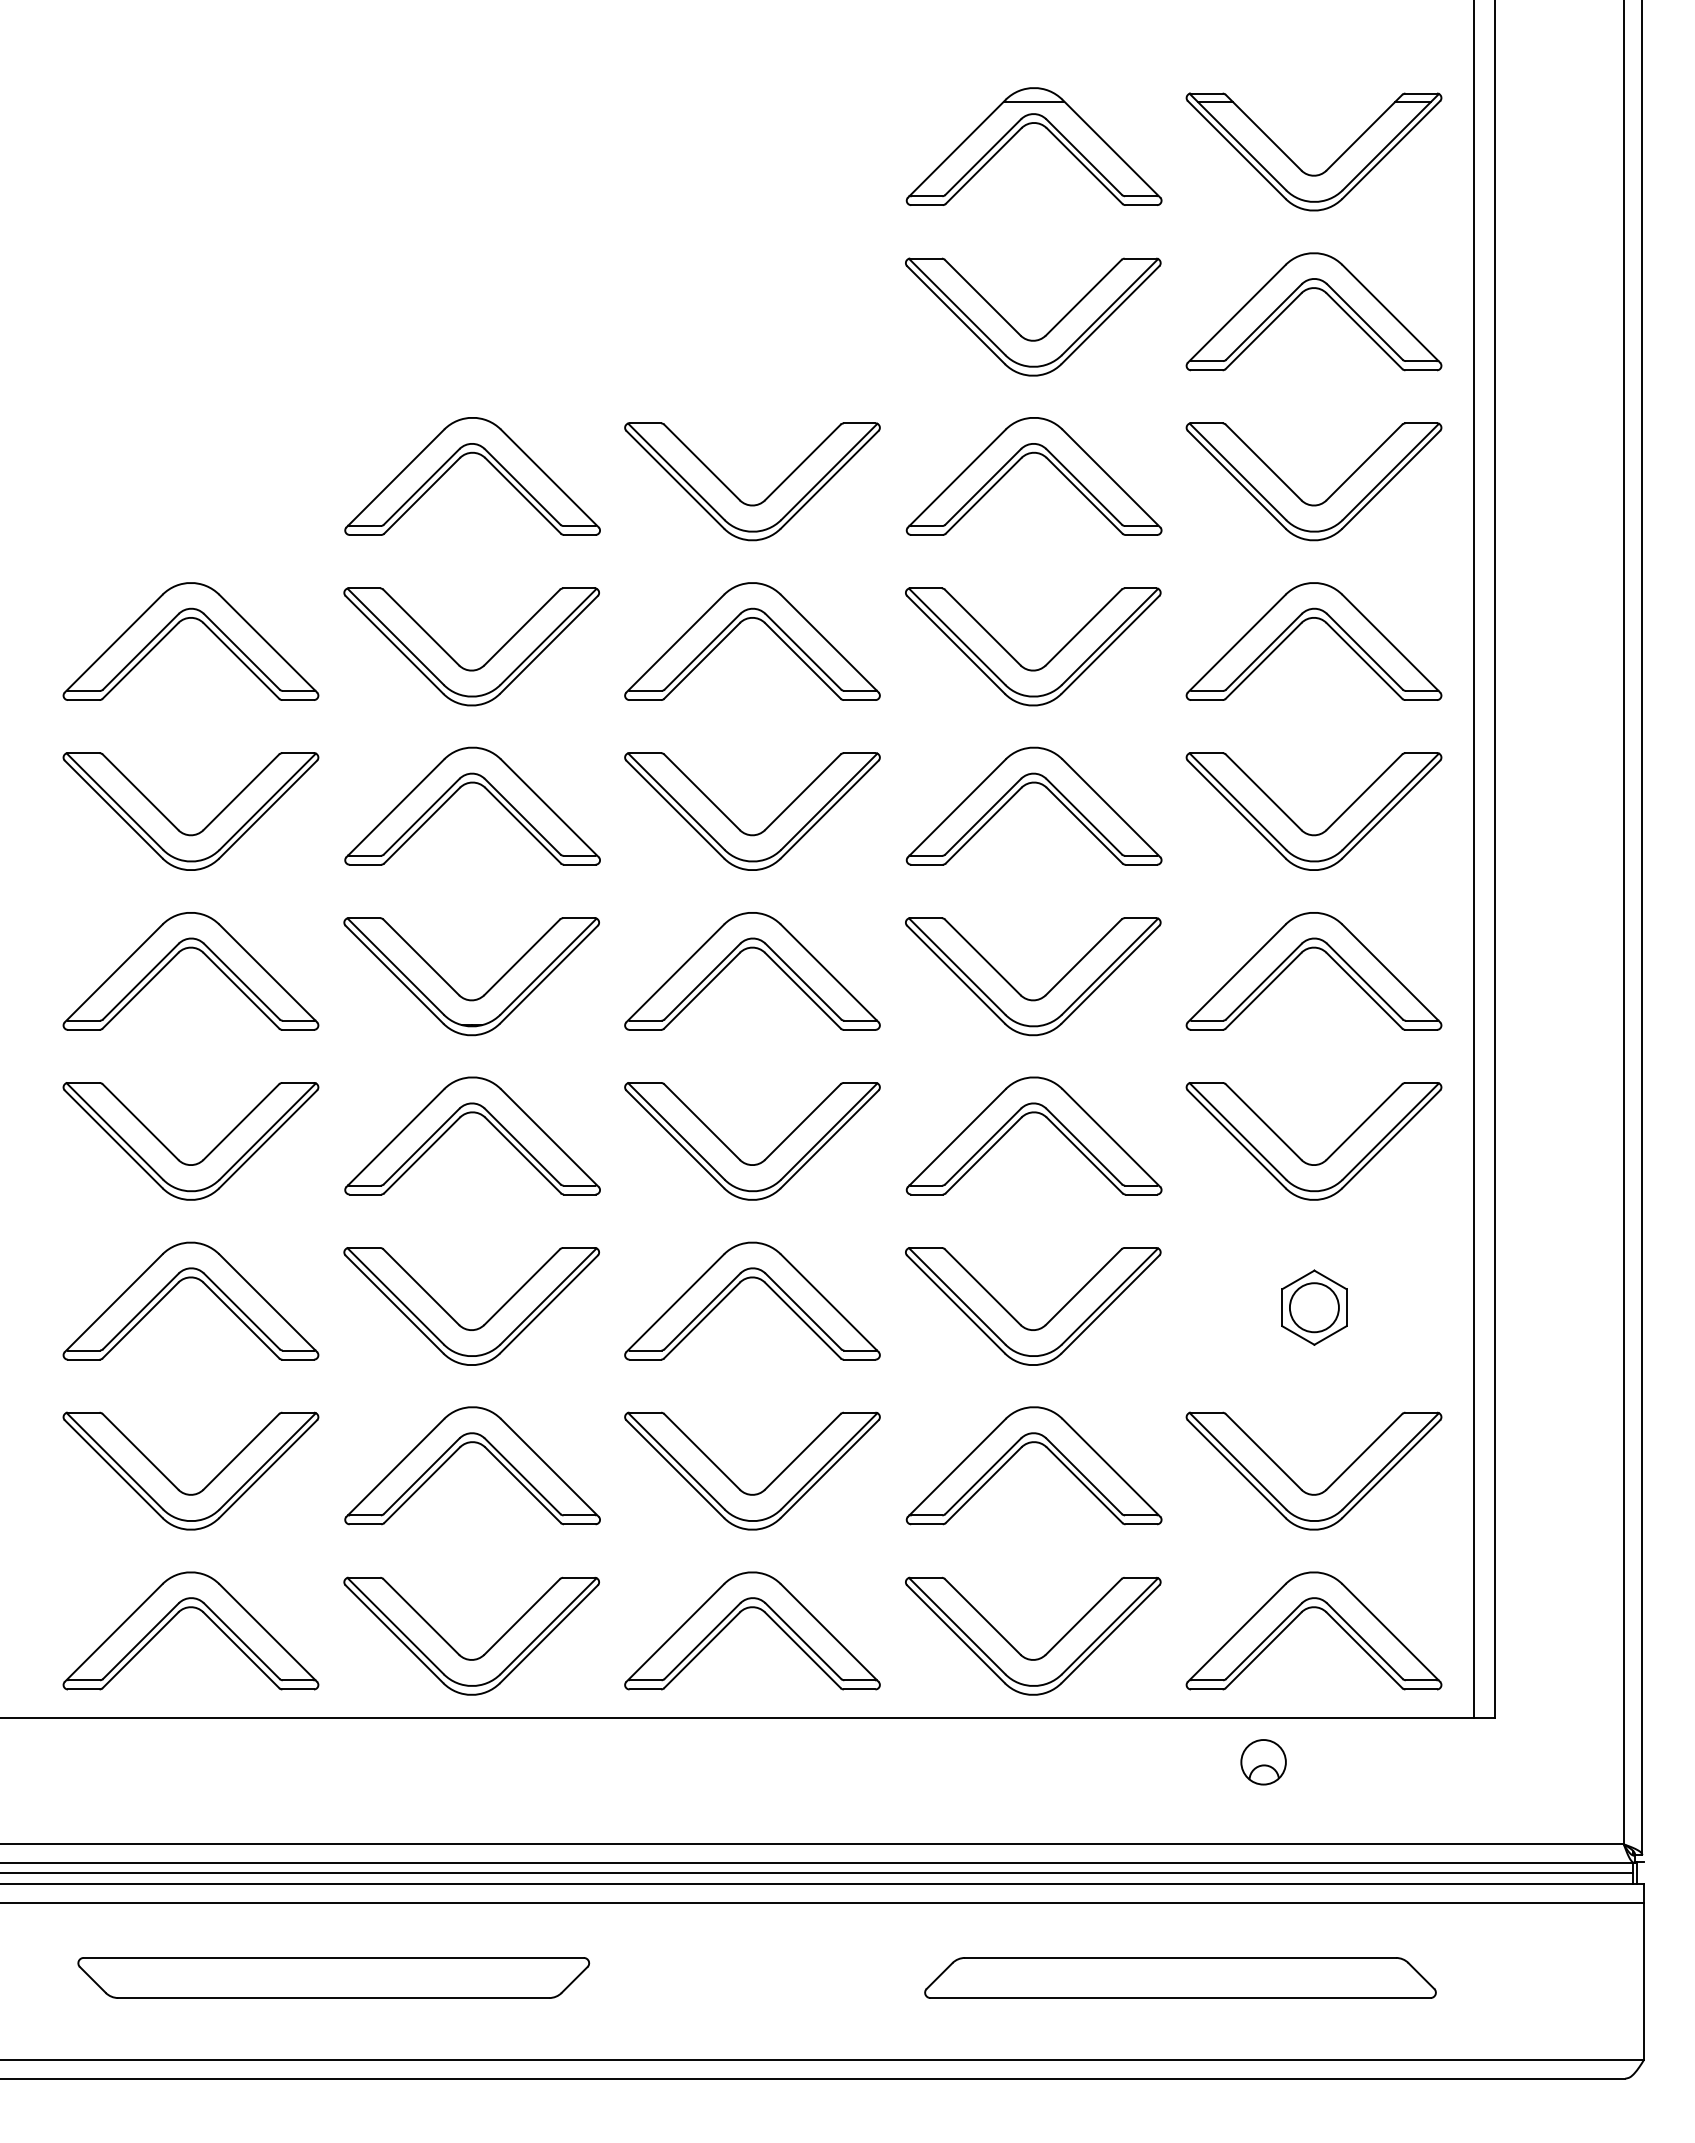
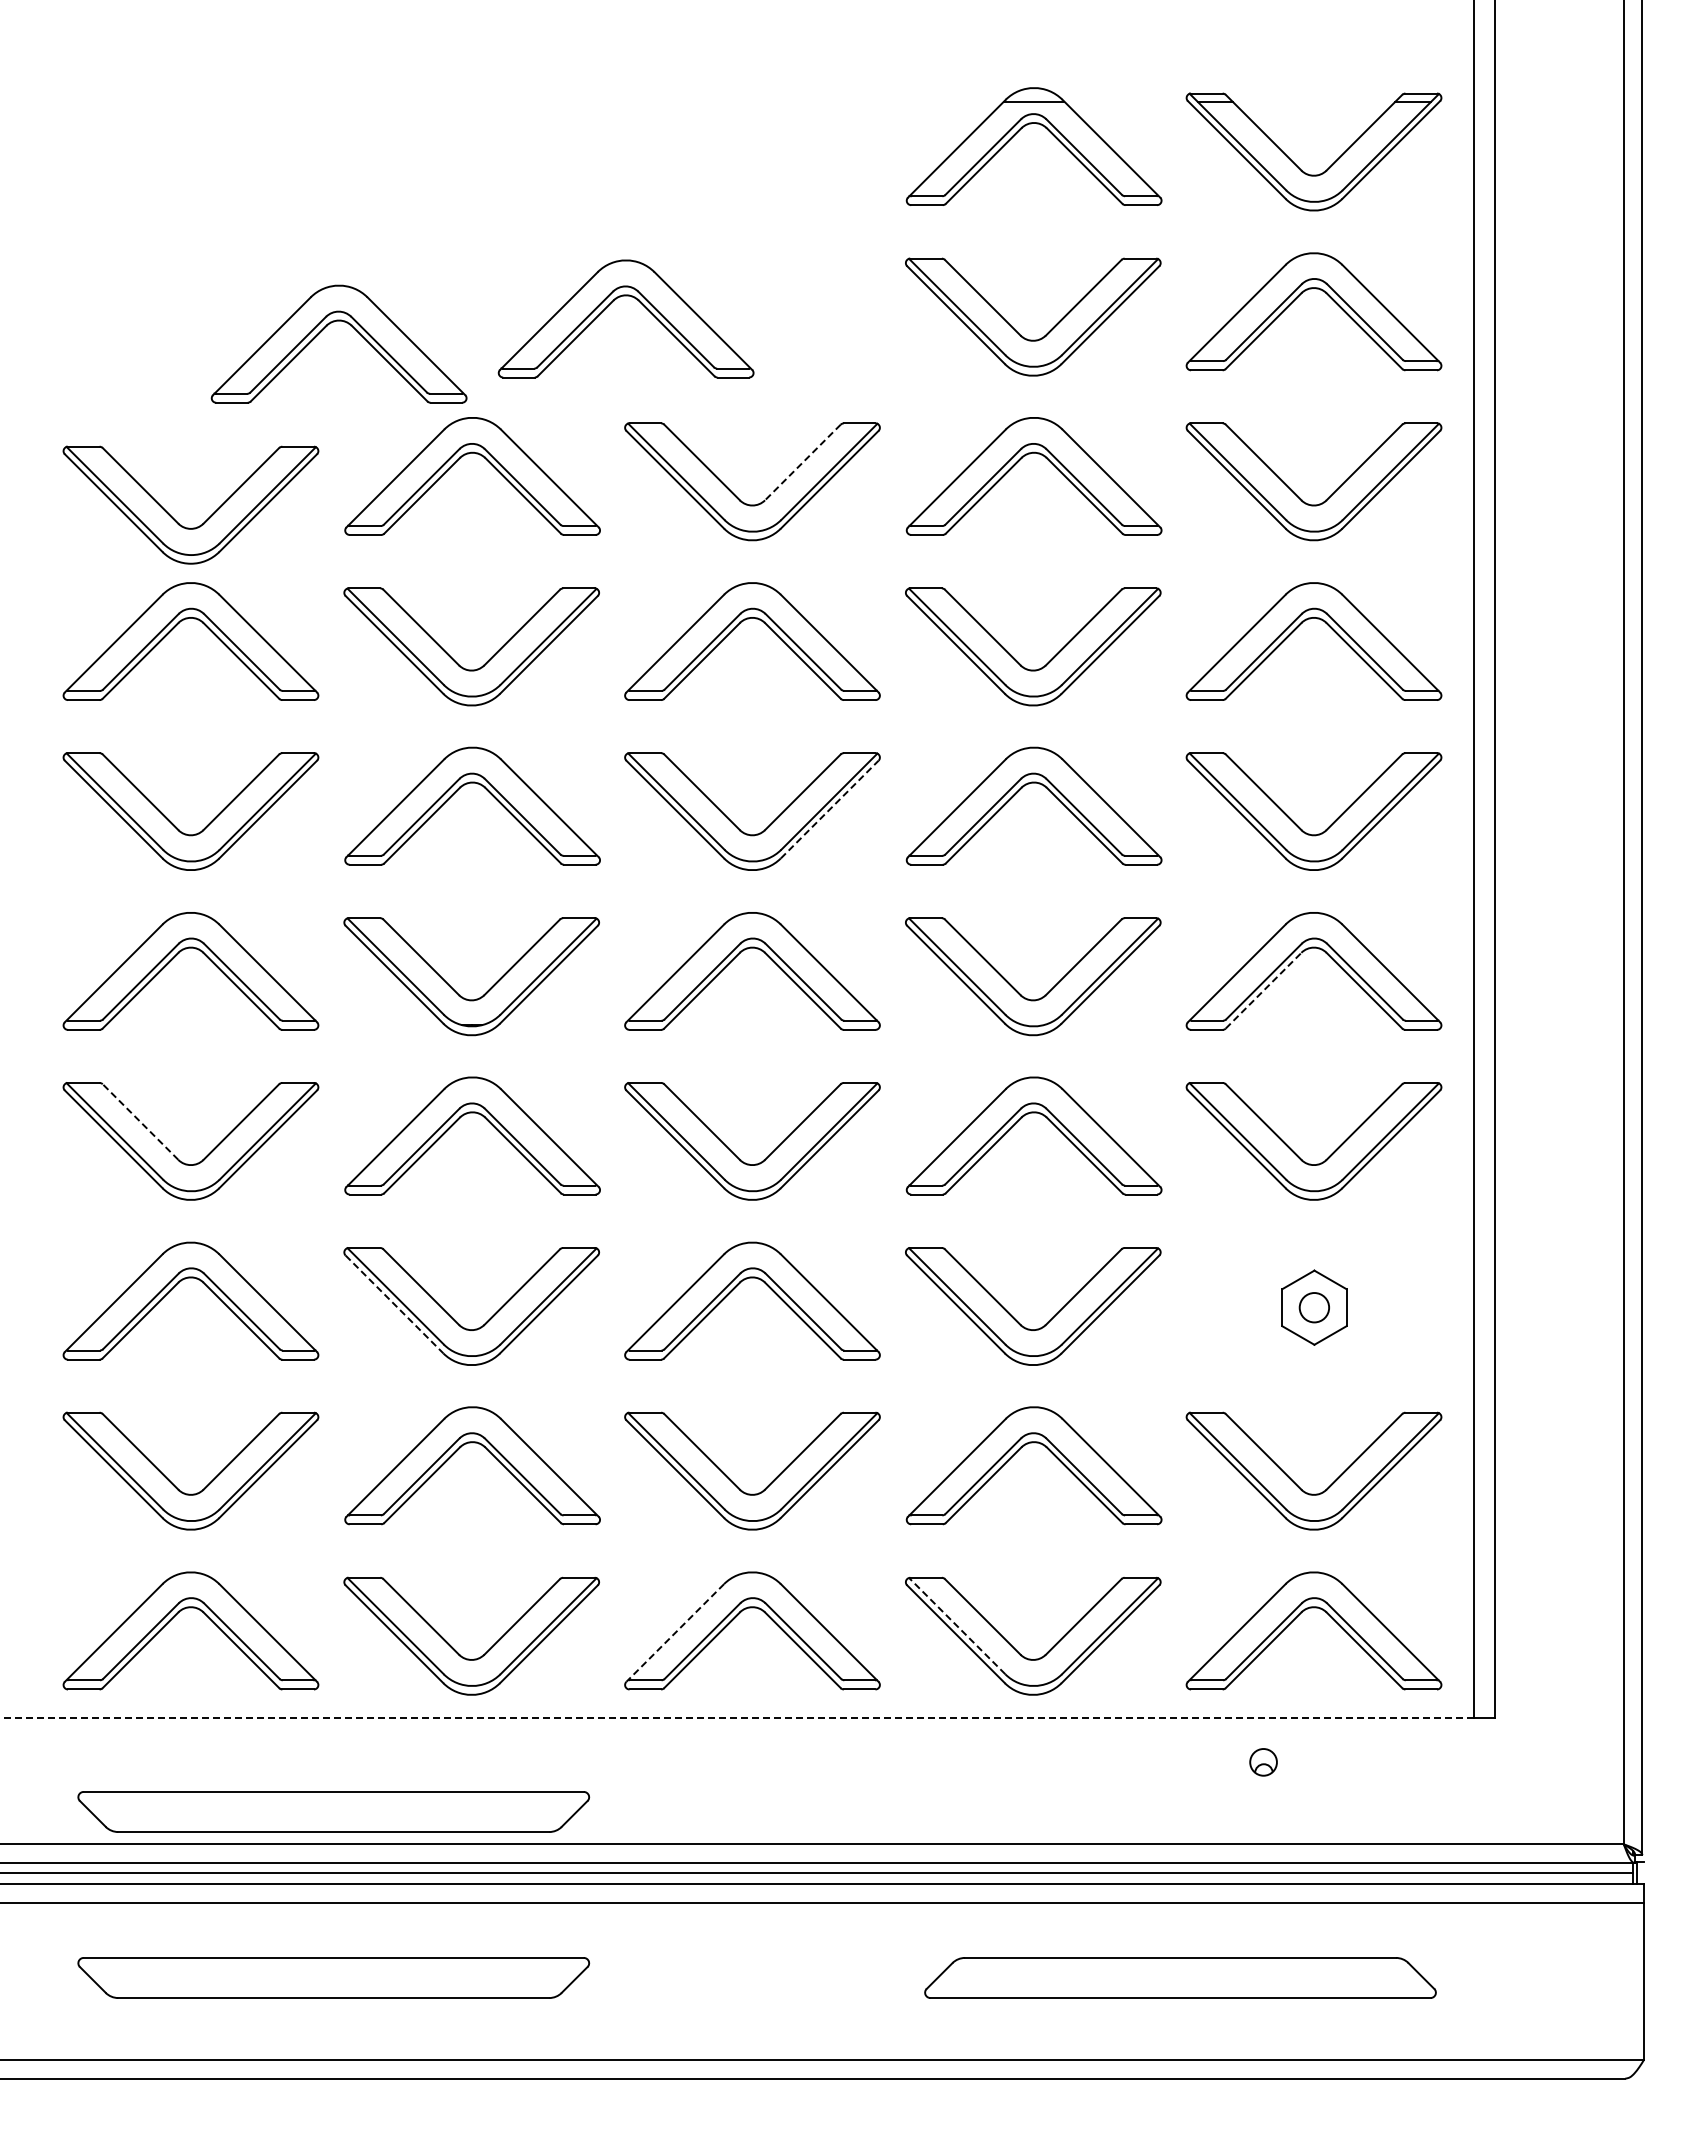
part at (614, 301): none -> present
part at (324, 329): none -> present
line at (802, 462): solid -> dashed
part at (175, 519): none -> present
line at (830, 809): solid -> dashed
line at (1263, 990): solid -> dashed
line at (140, 1122): solid -> dashed
line at (394, 1304): solid -> dashed
circle at (1313, 1307) diameter: 49 px -> 29 px
line at (956, 1625): solid -> dashed
line at (674, 1633): solid -> dashed
line at (737, 1717): solid -> dashed
part at (1263, 1762) size: 47x47 px -> 29x29 px
part at (333, 1811): none -> present
